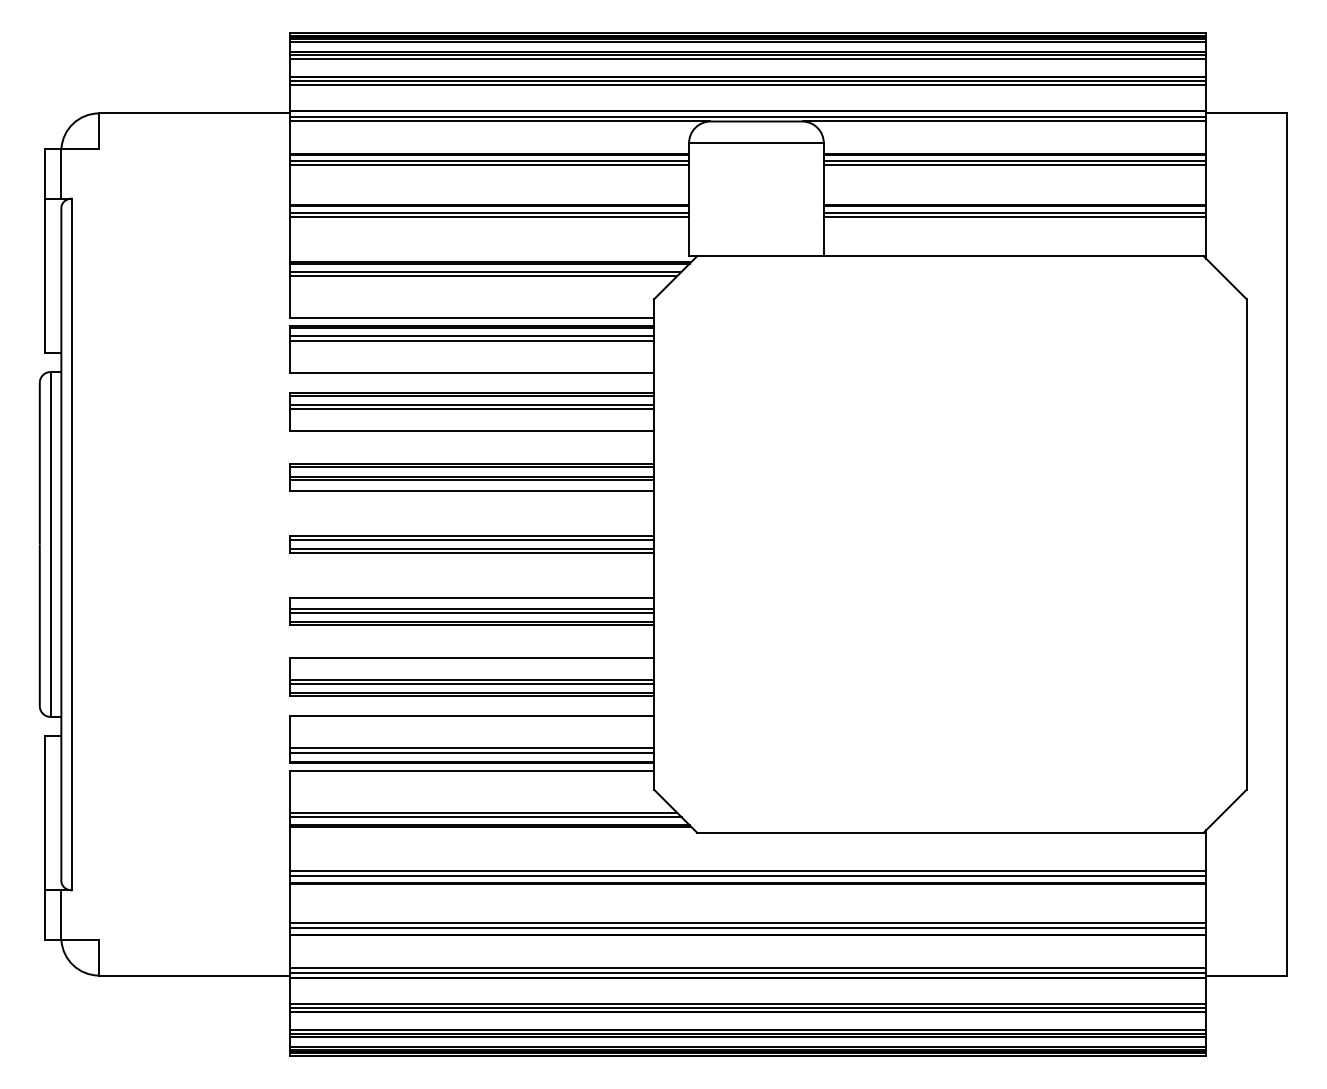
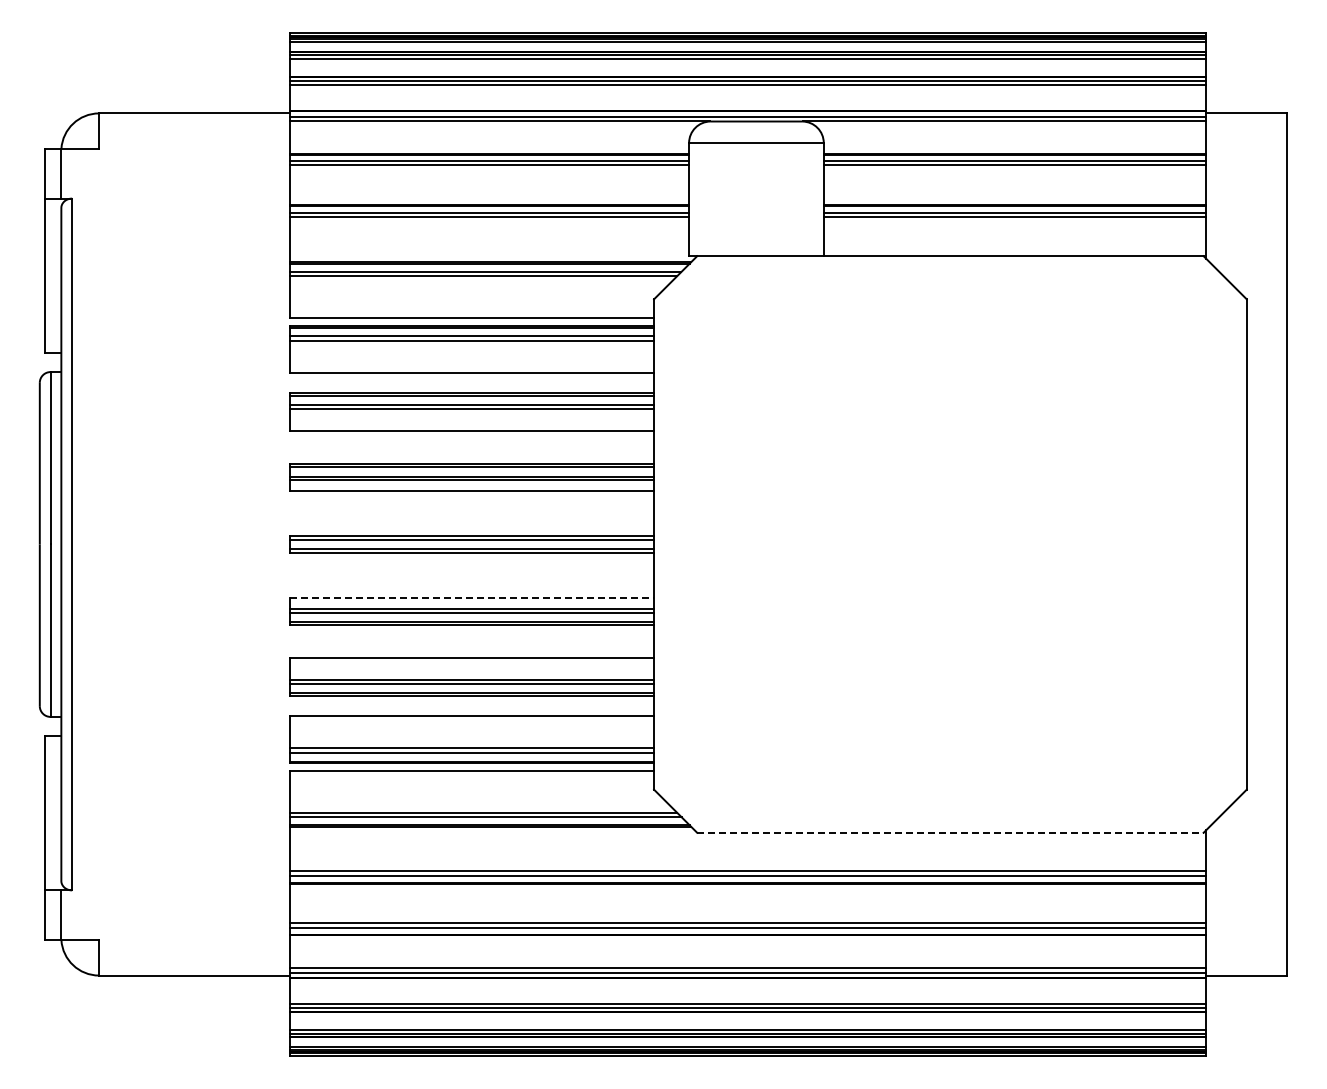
line at (472, 597): solid -> dashed
line at (950, 832): solid -> dashed
